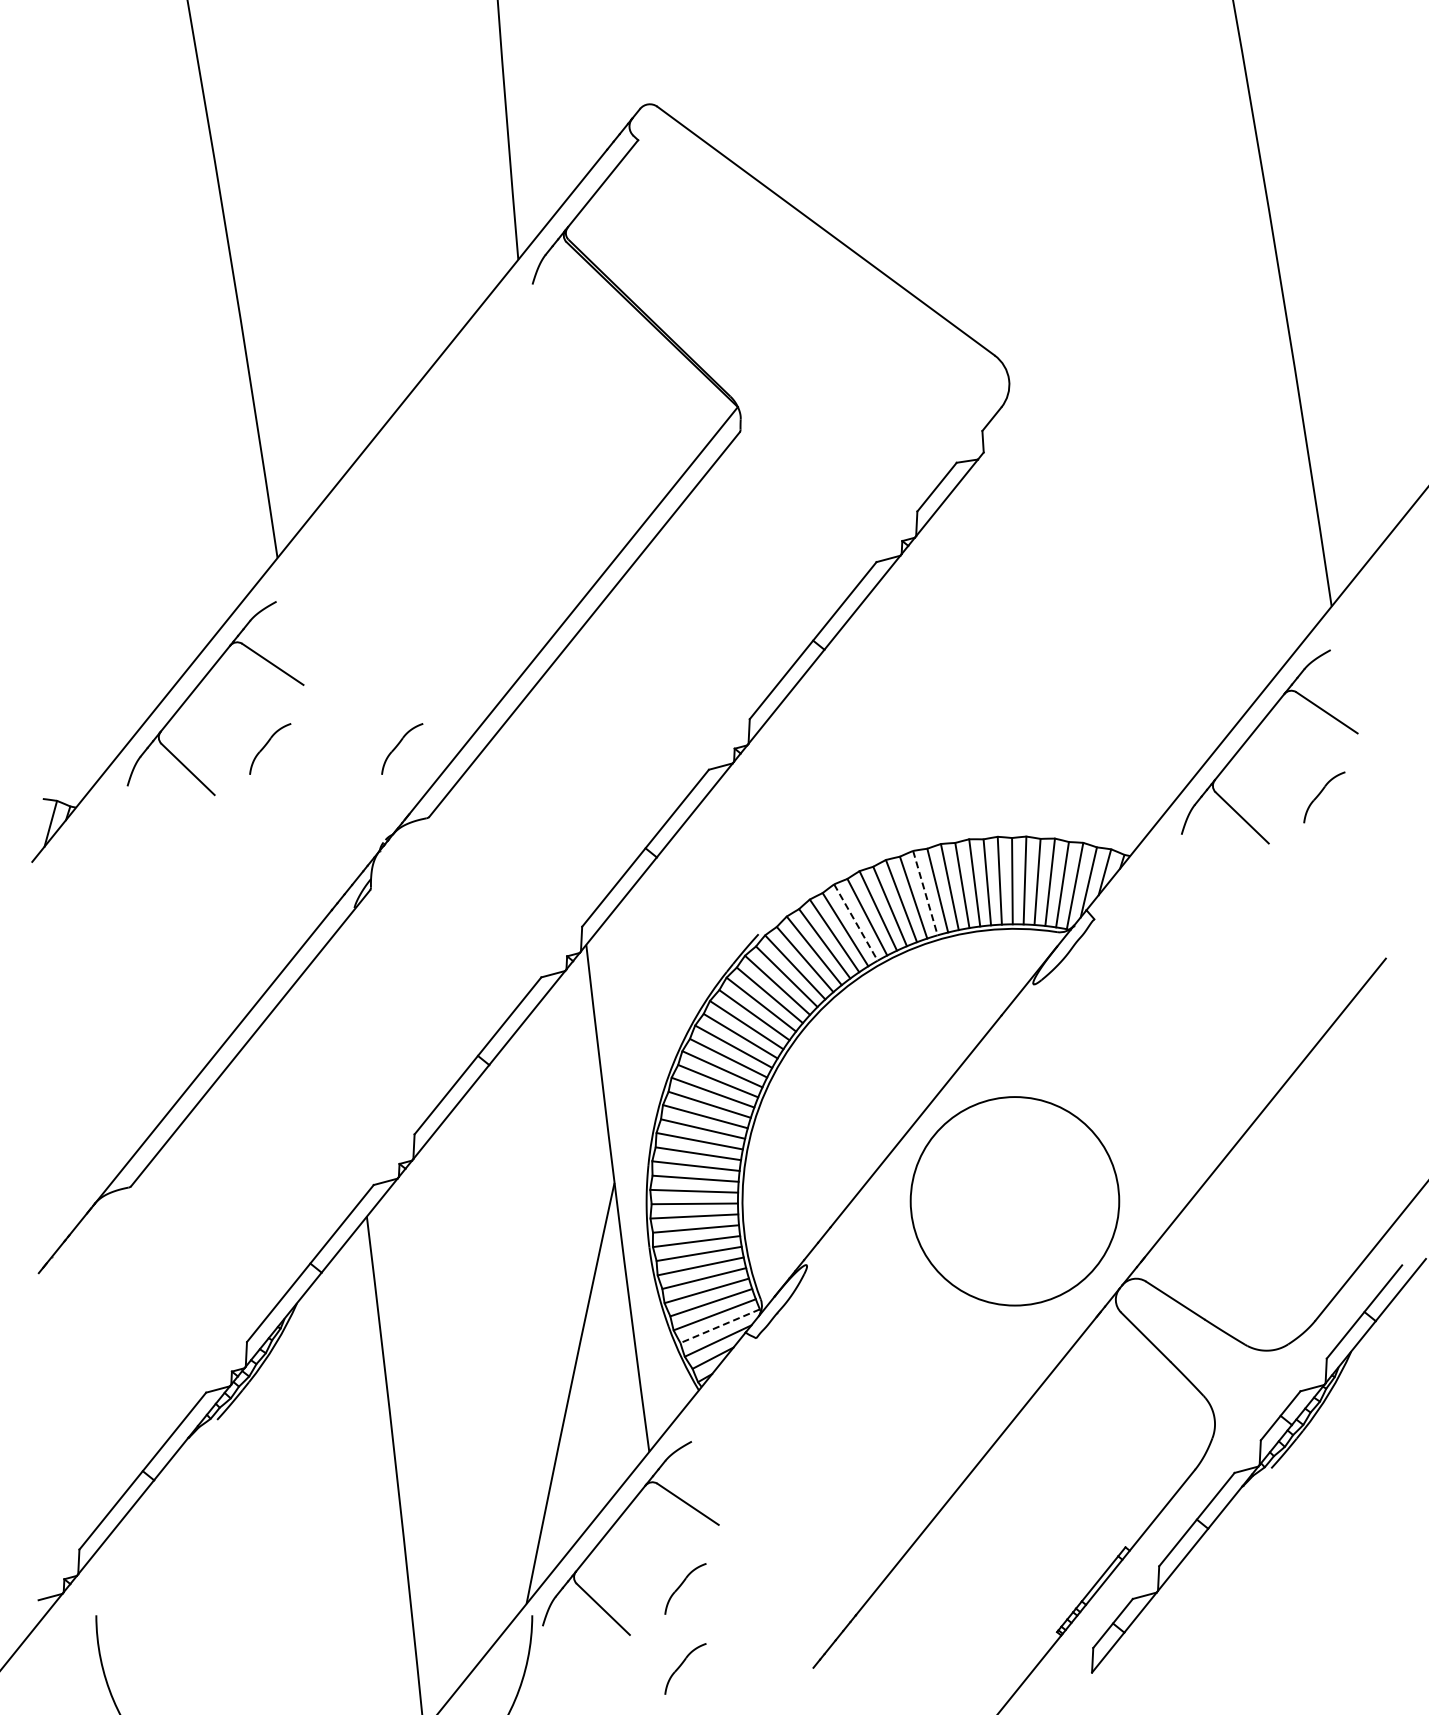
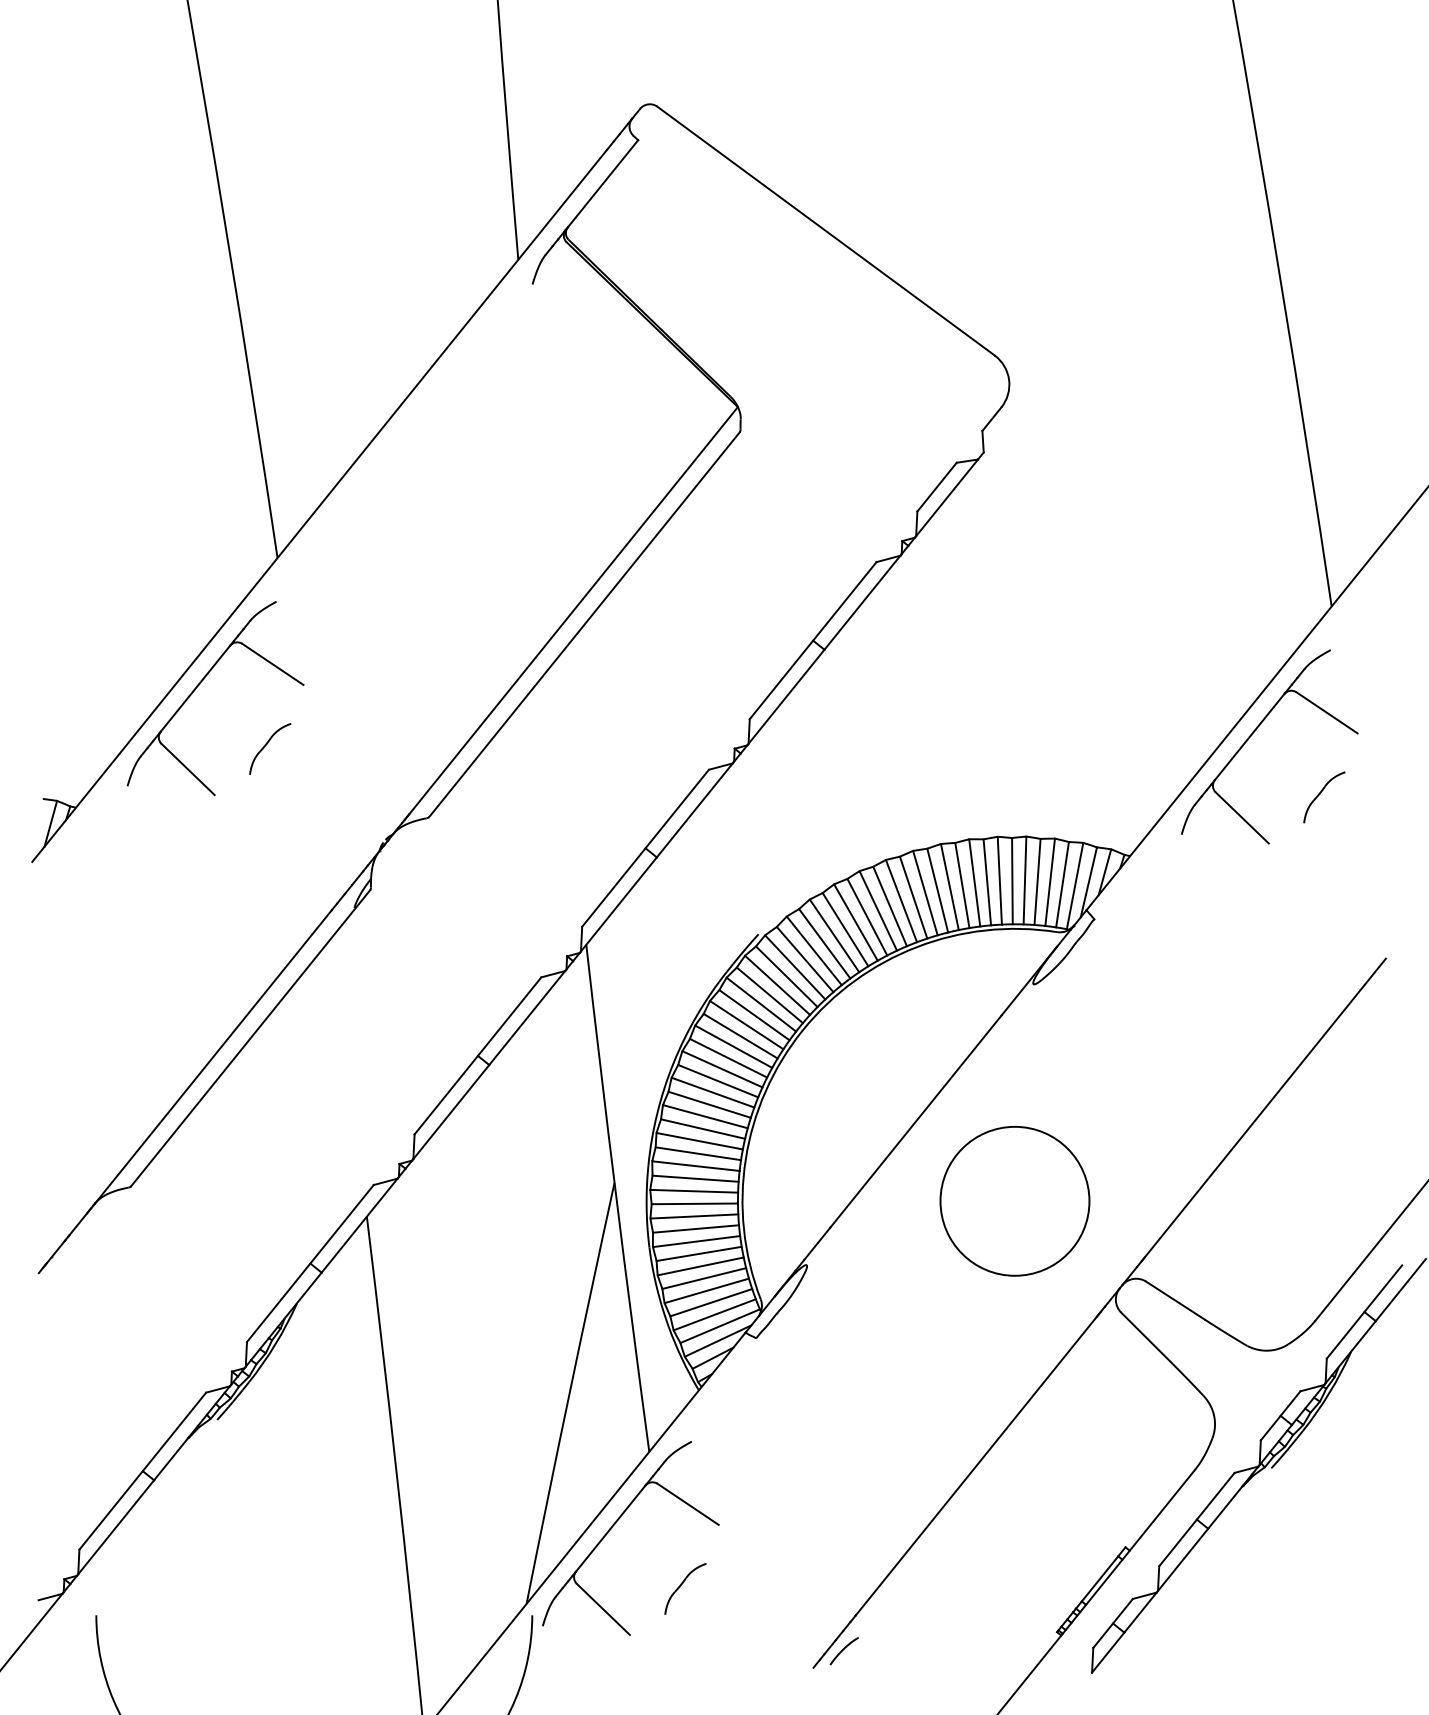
part at (402, 748): present -> none
line at (925, 893): dashed -> solid
line at (855, 922): dashed -> solid
circle at (1014, 1201) diameter: 209 px -> 149 px
line at (719, 1326): dashed -> solid
curve at (843, 1650): none -> present
part at (685, 1668): present -> none
